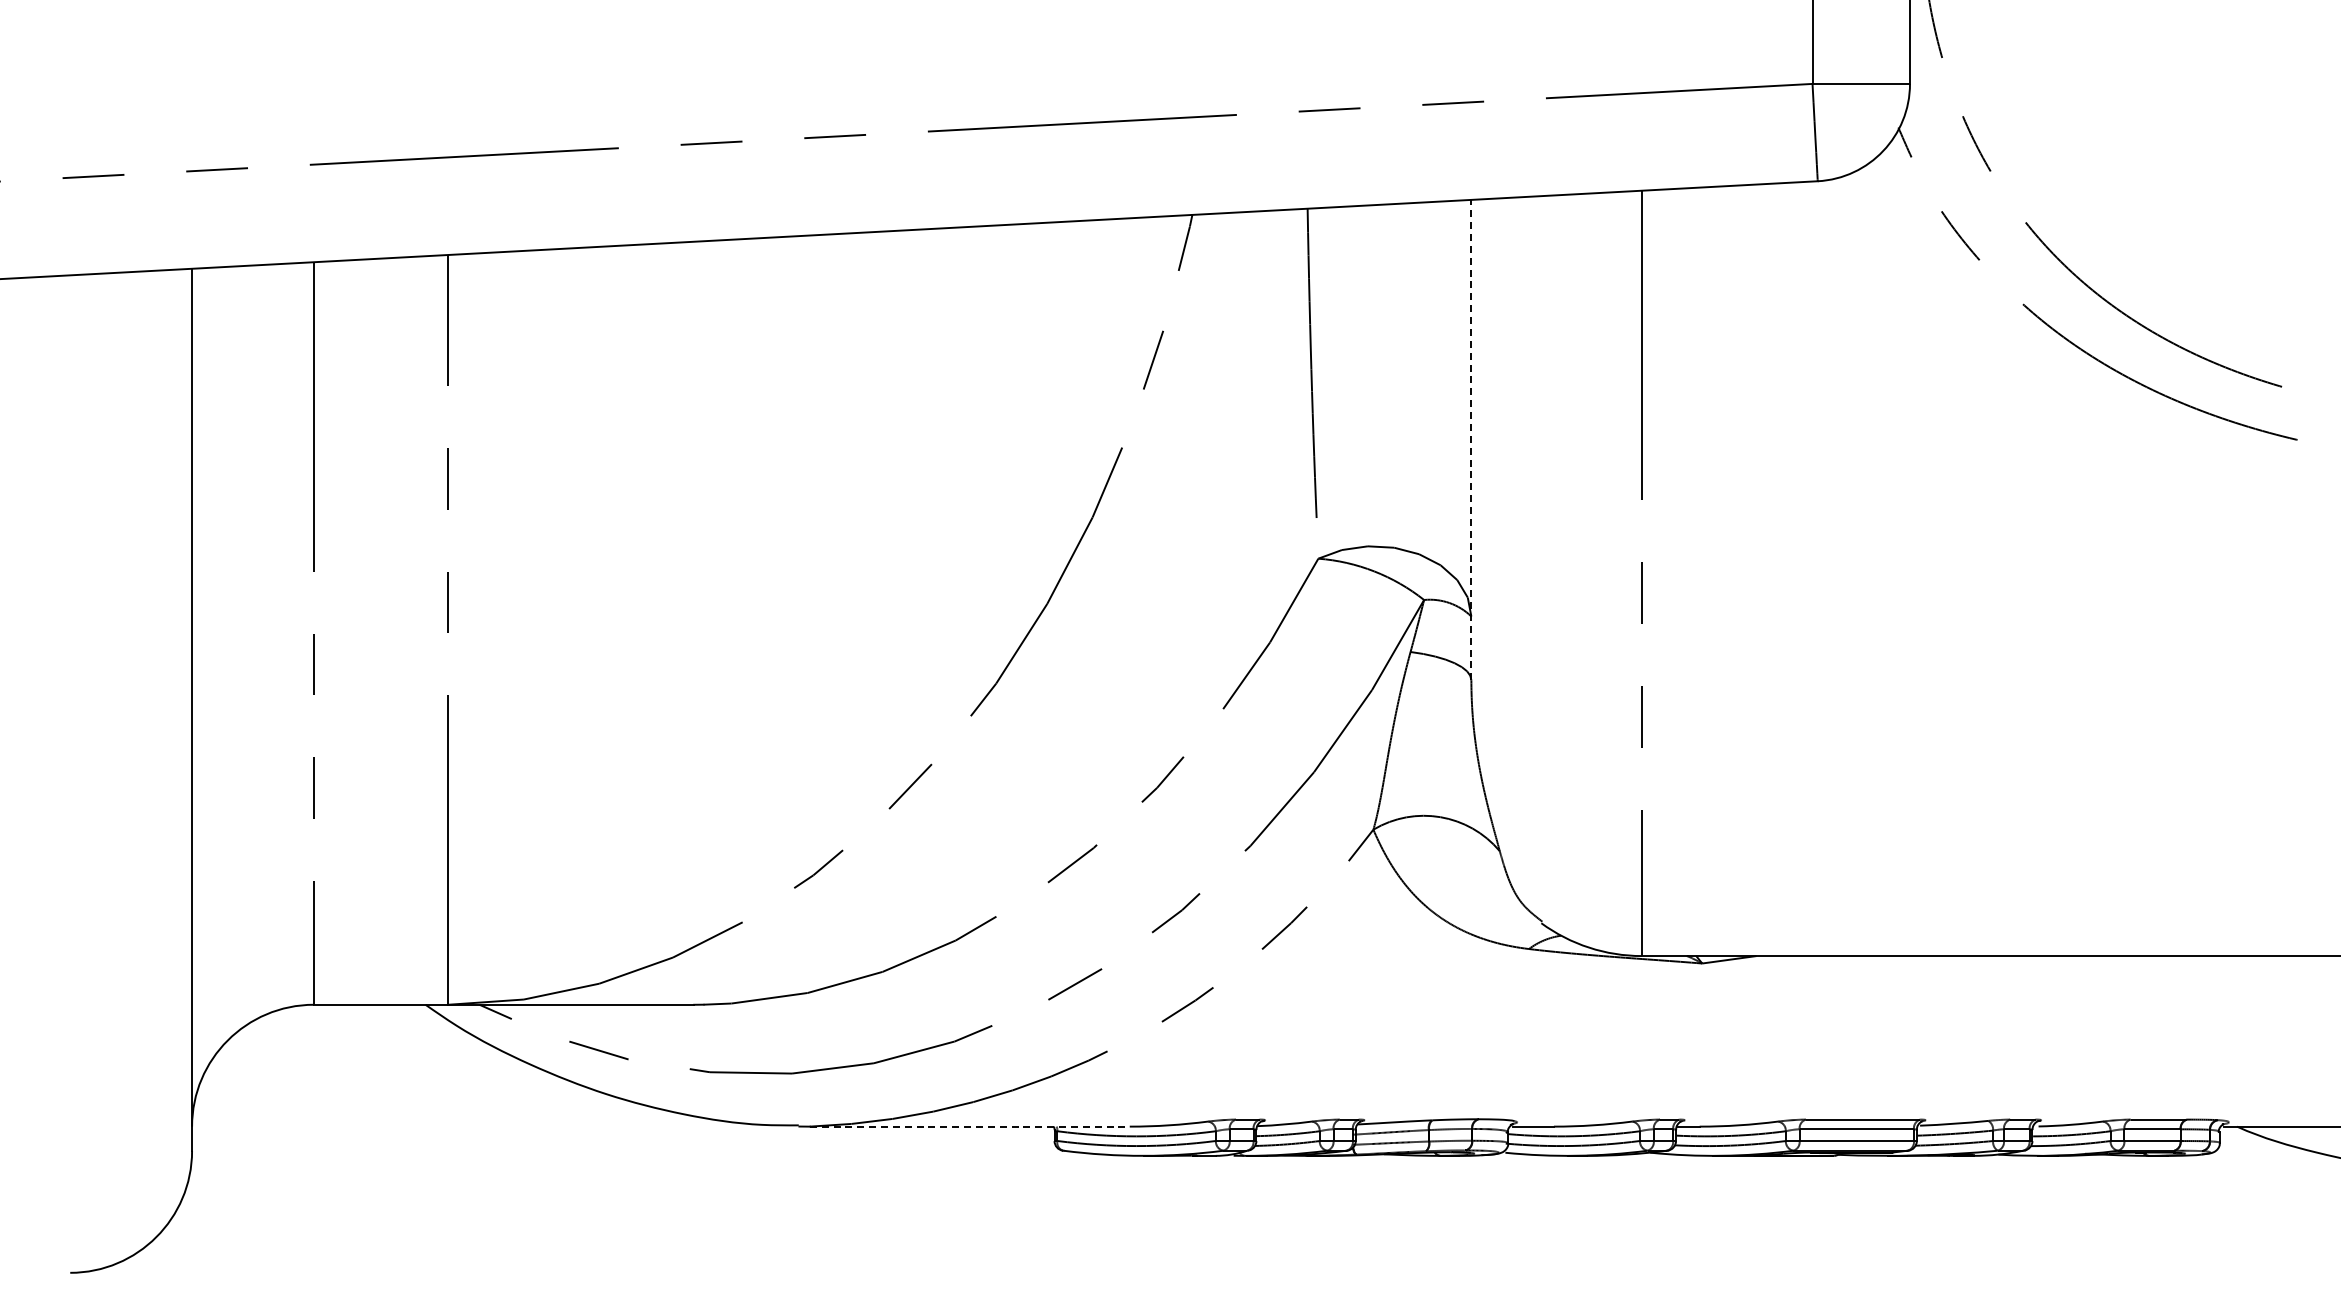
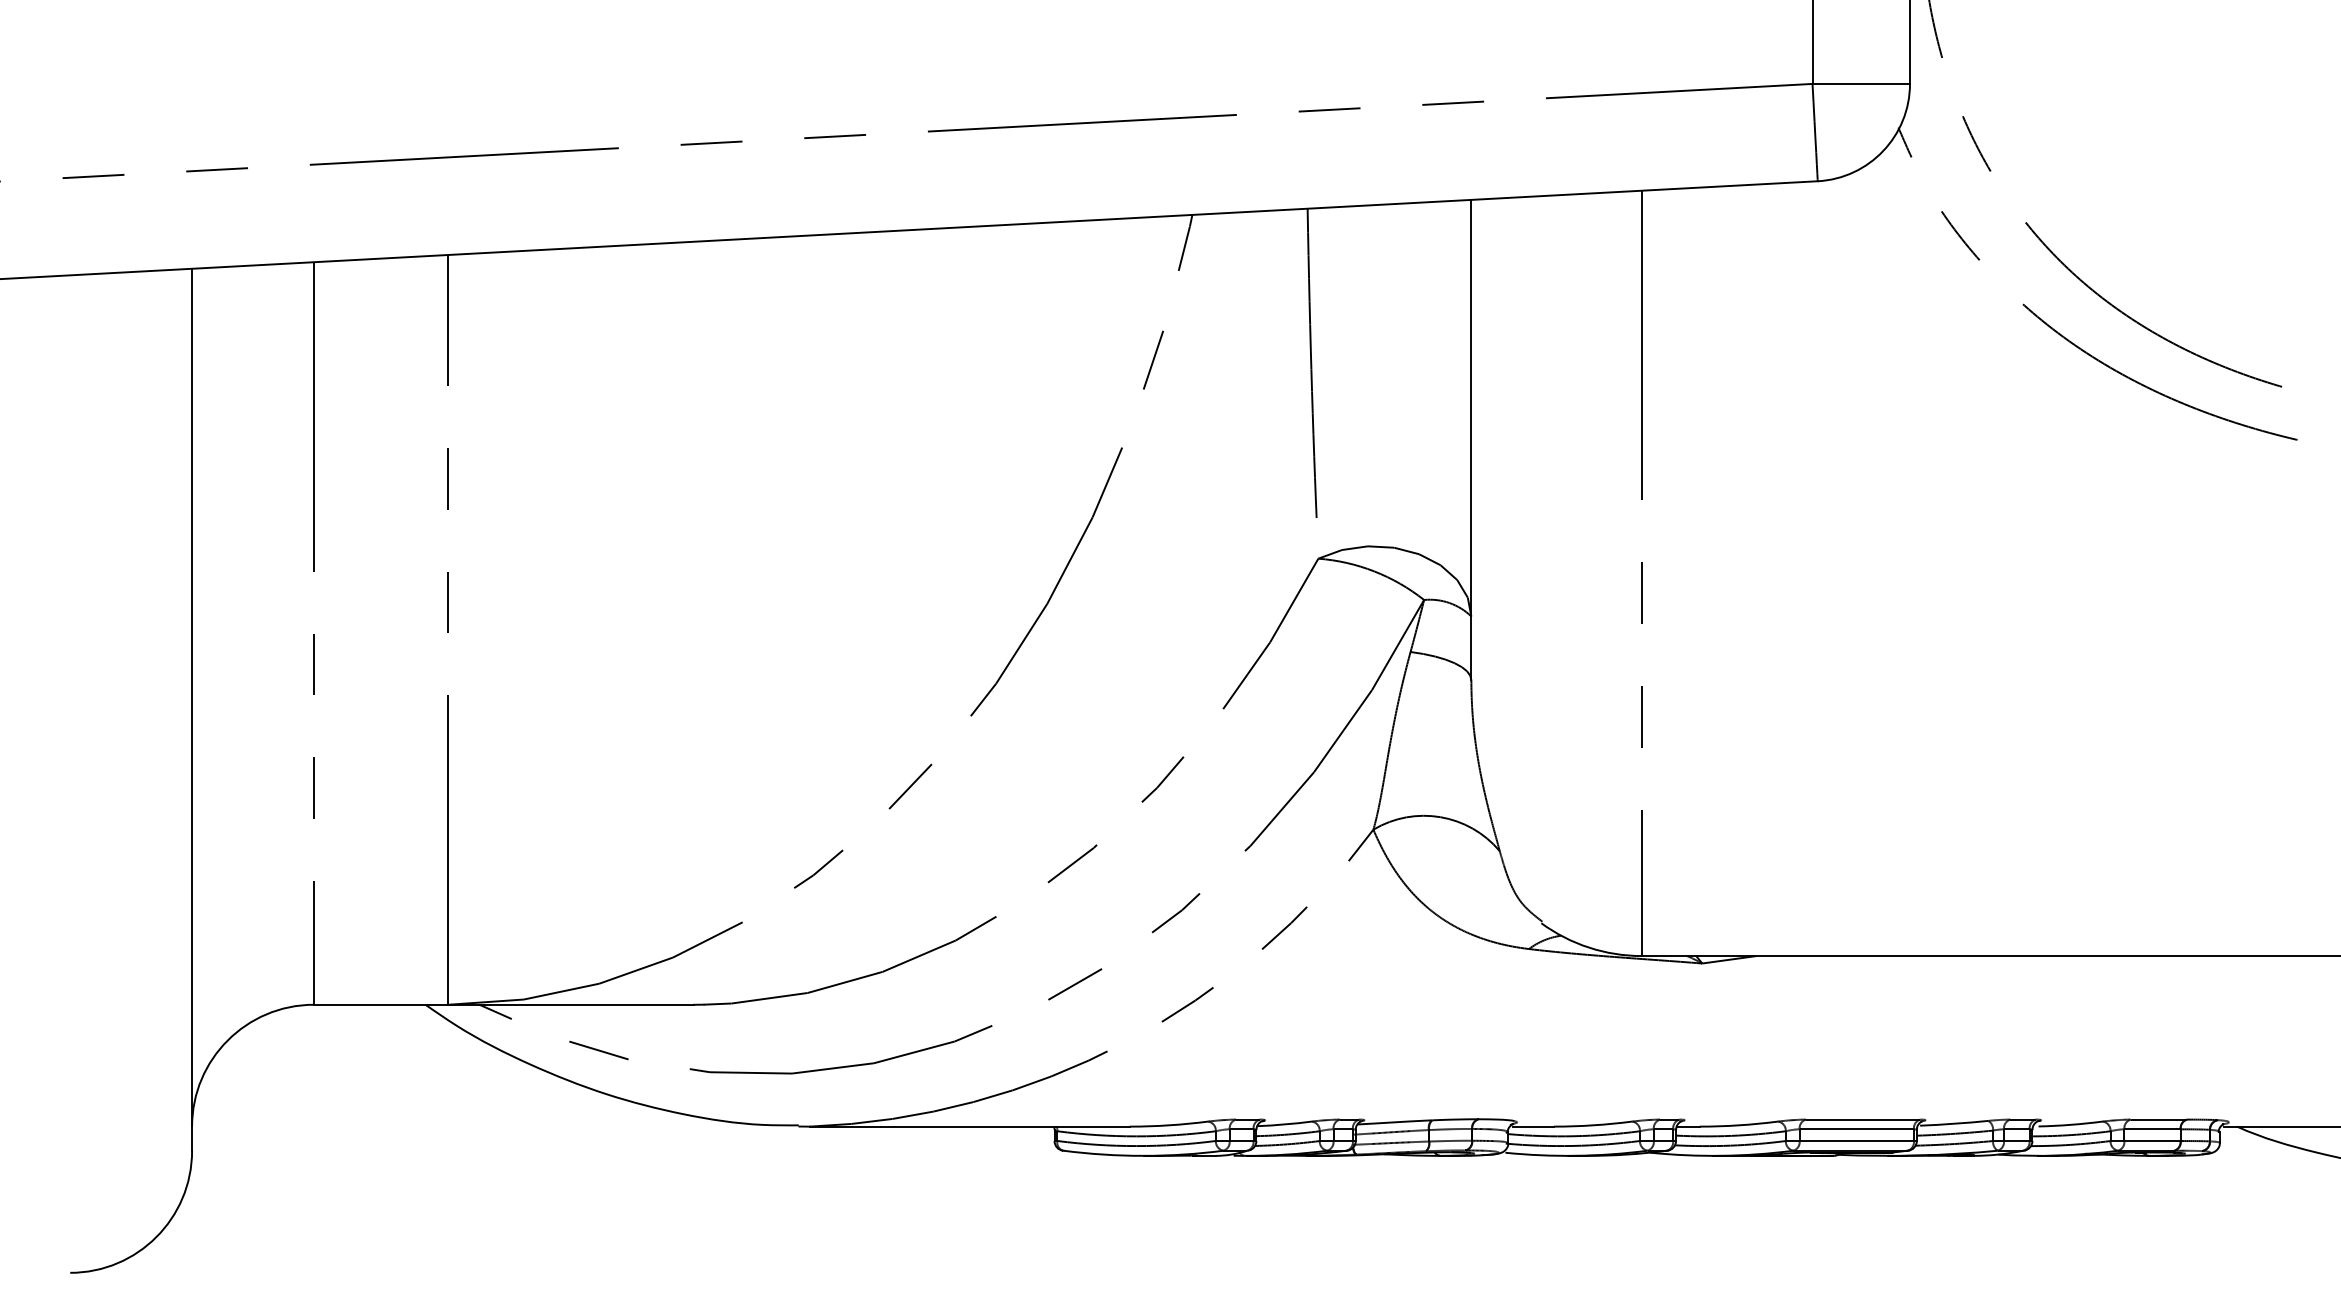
line at (1471, 439): dashed -> solid
line at (969, 1126): dashed -> solid
